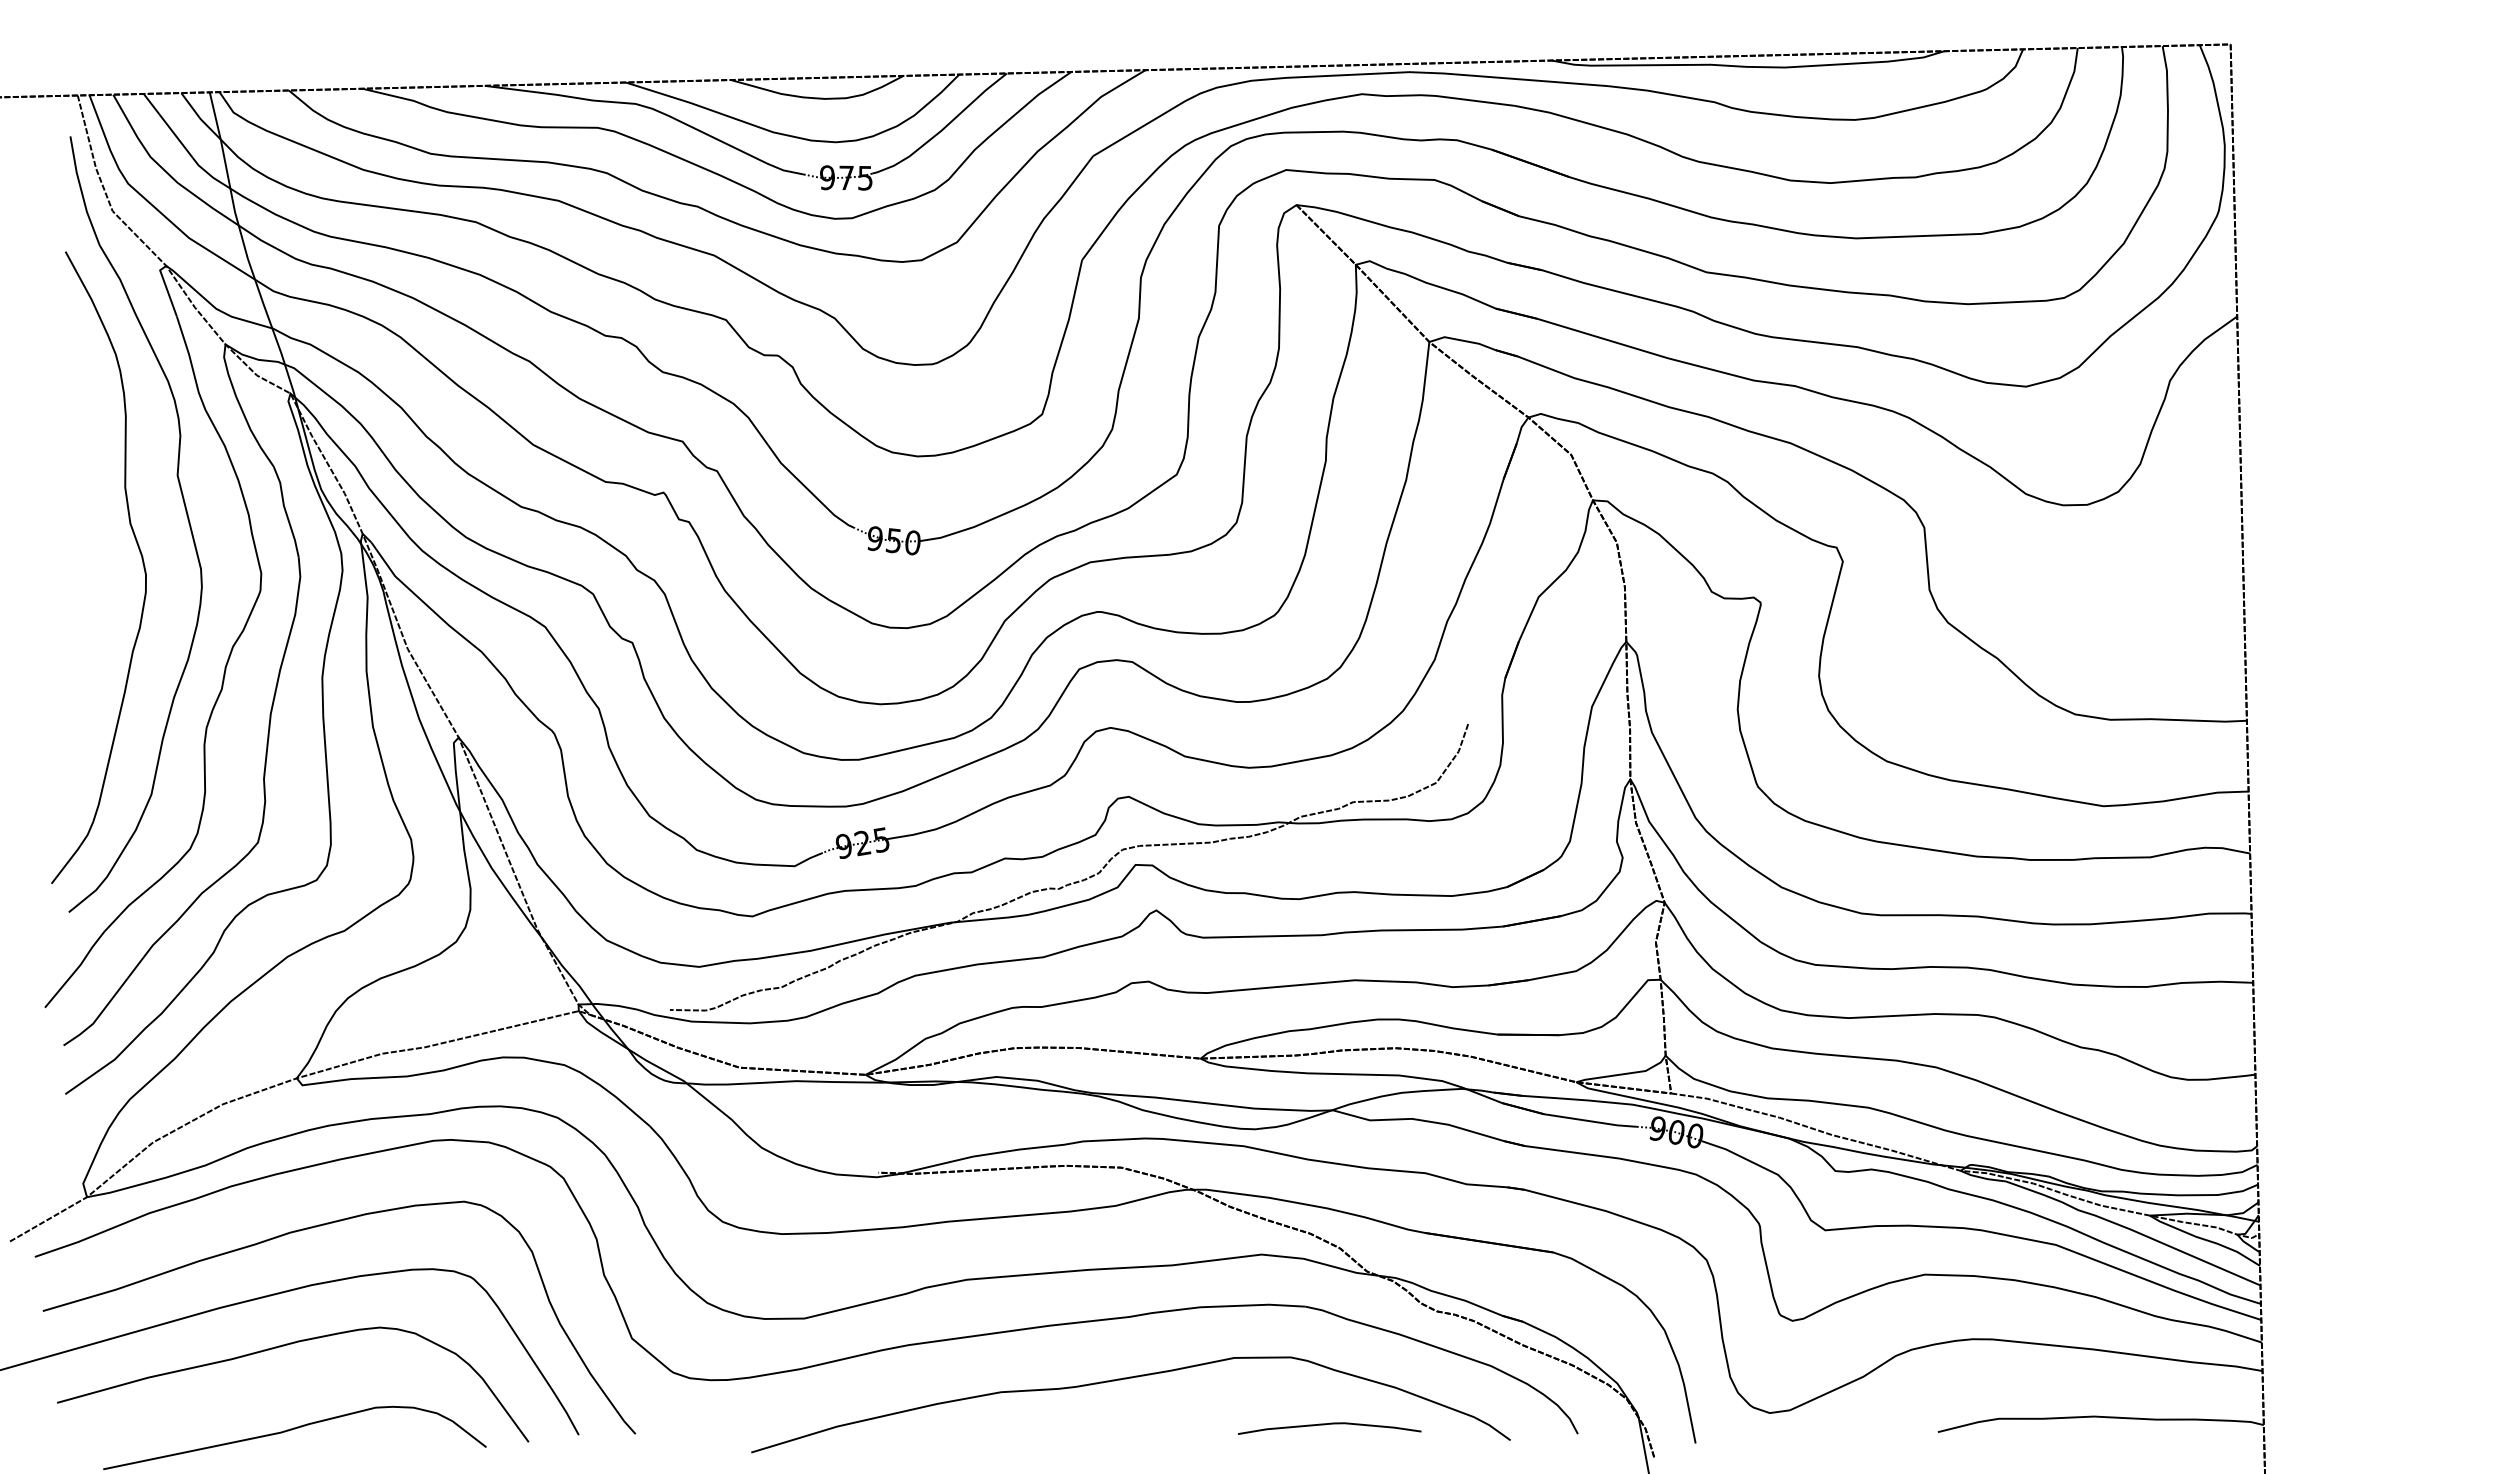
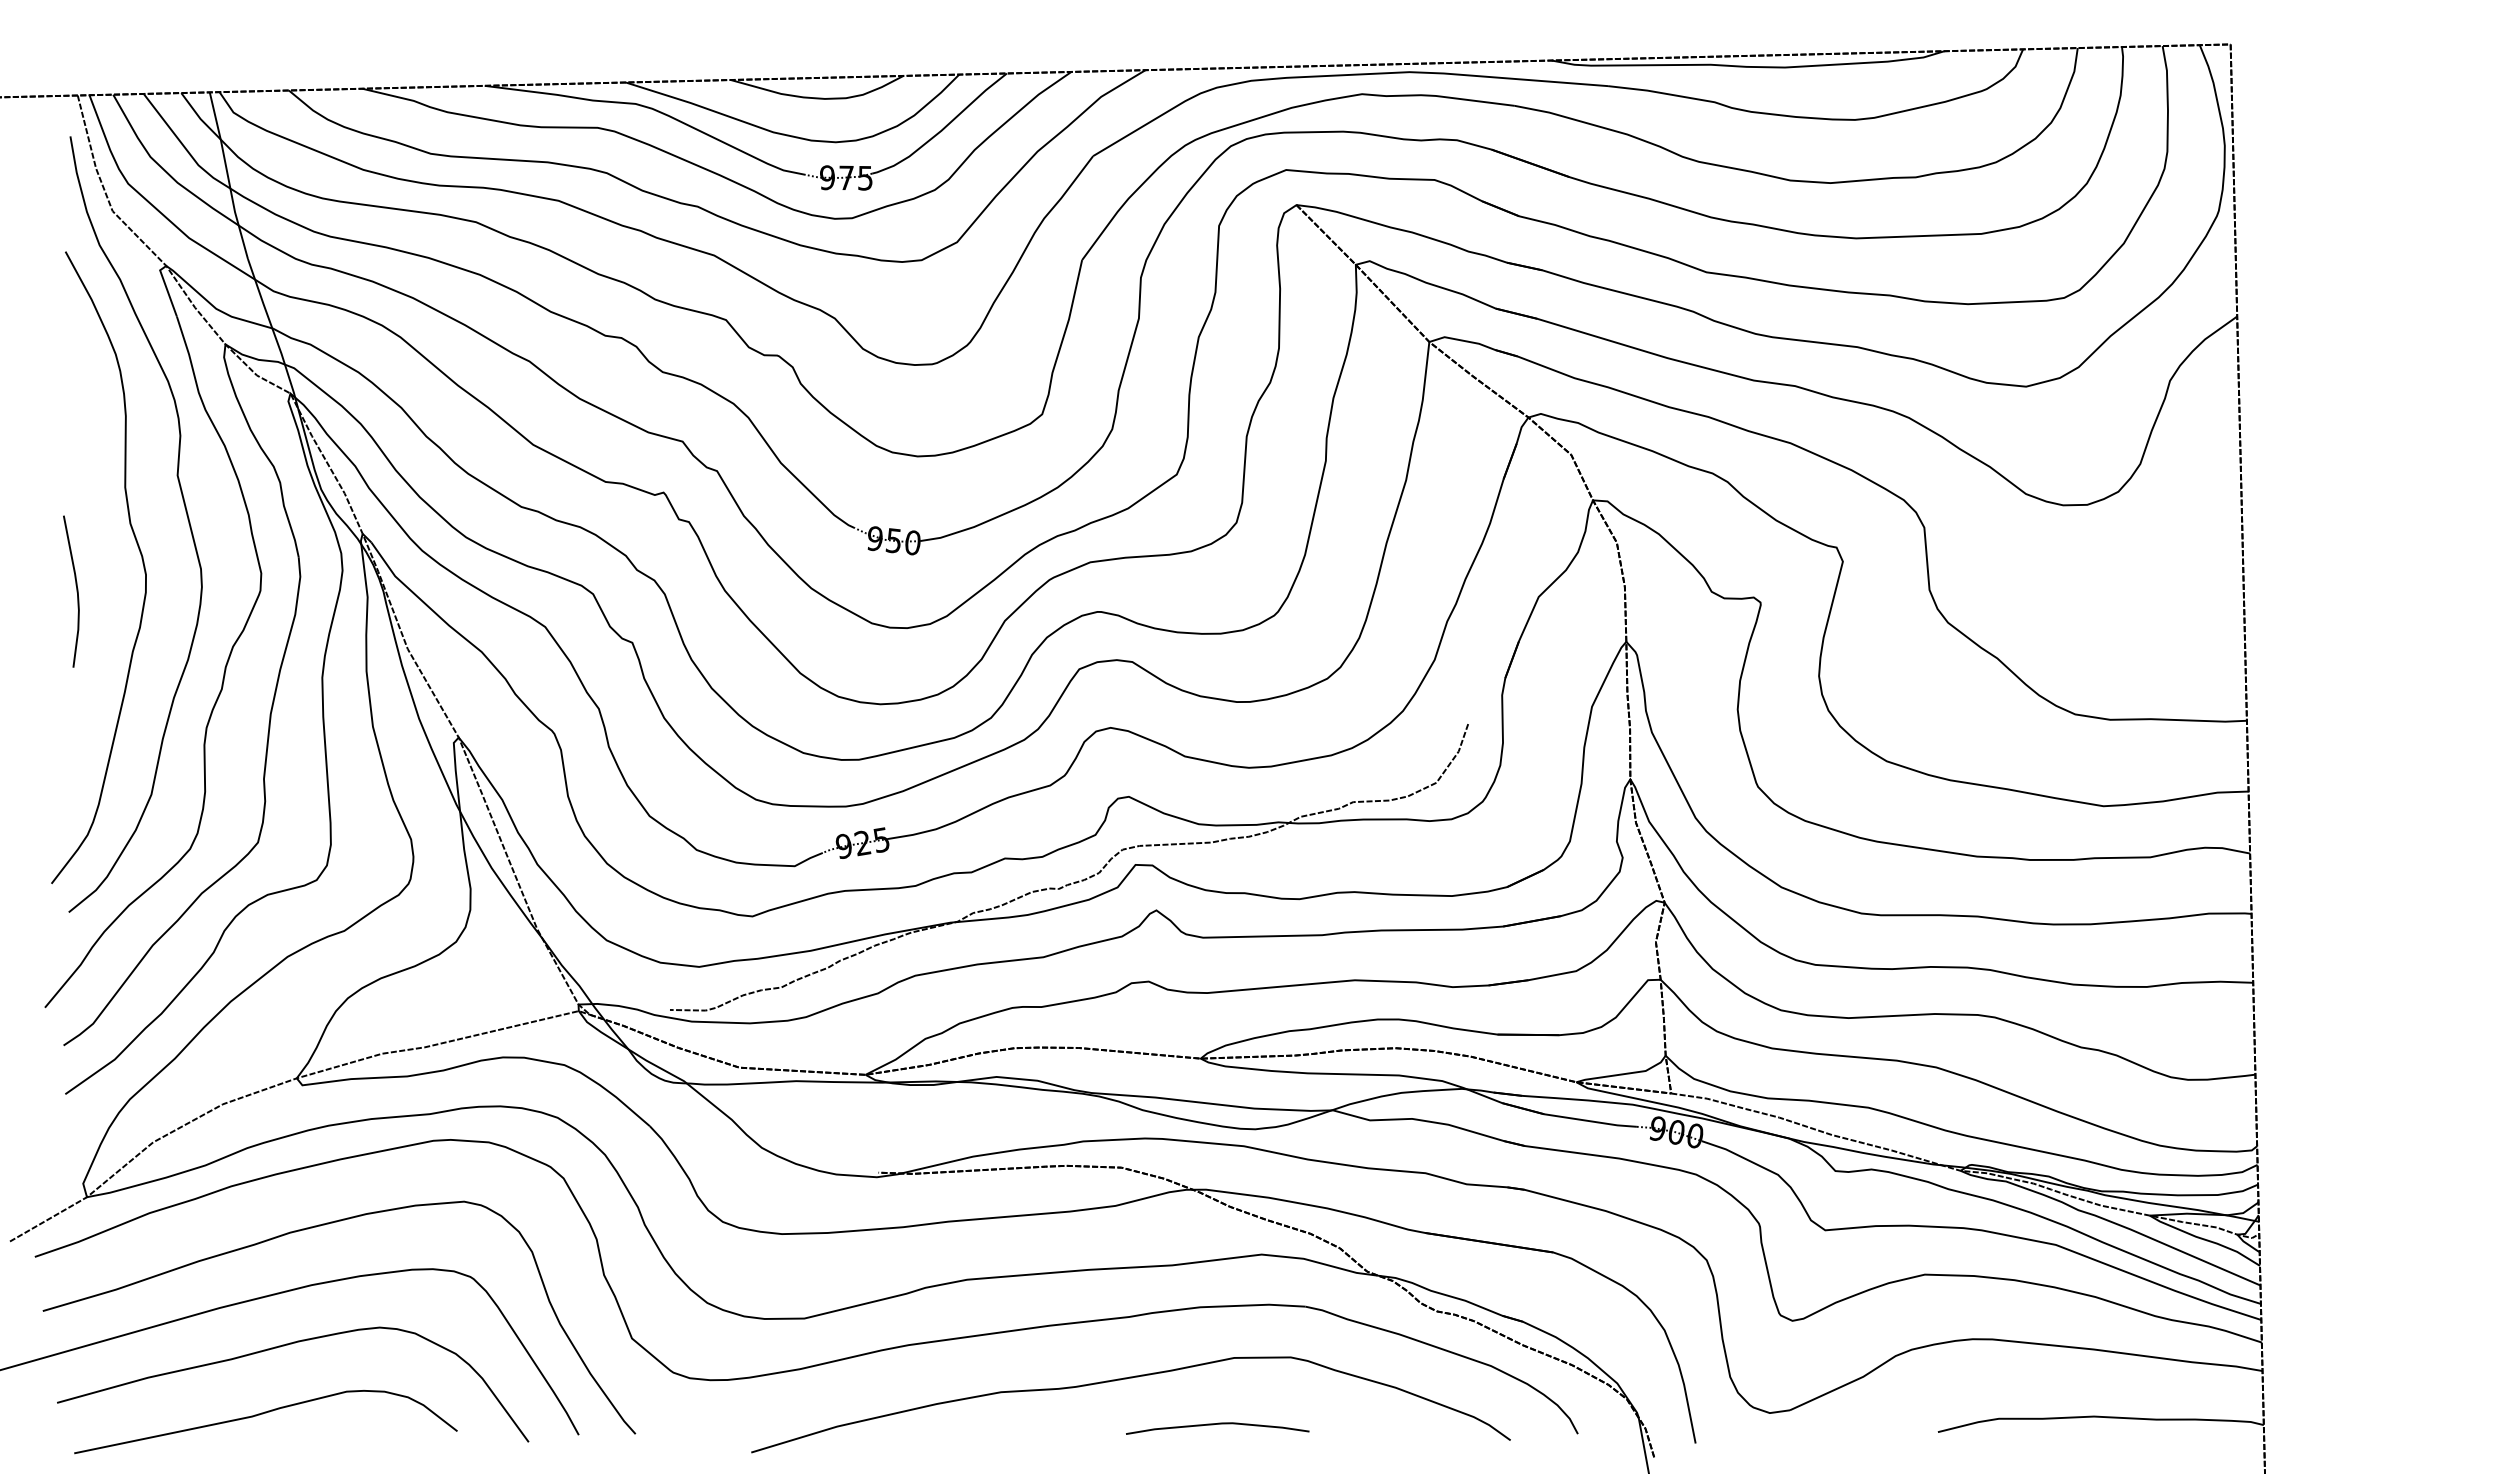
curve at (76, 591): none -> present
curve at (1329, 1424) position: (1329, 1424) -> (1217, 1424)
curve at (292, 1430) position: (292, 1430) -> (263, 1414)
